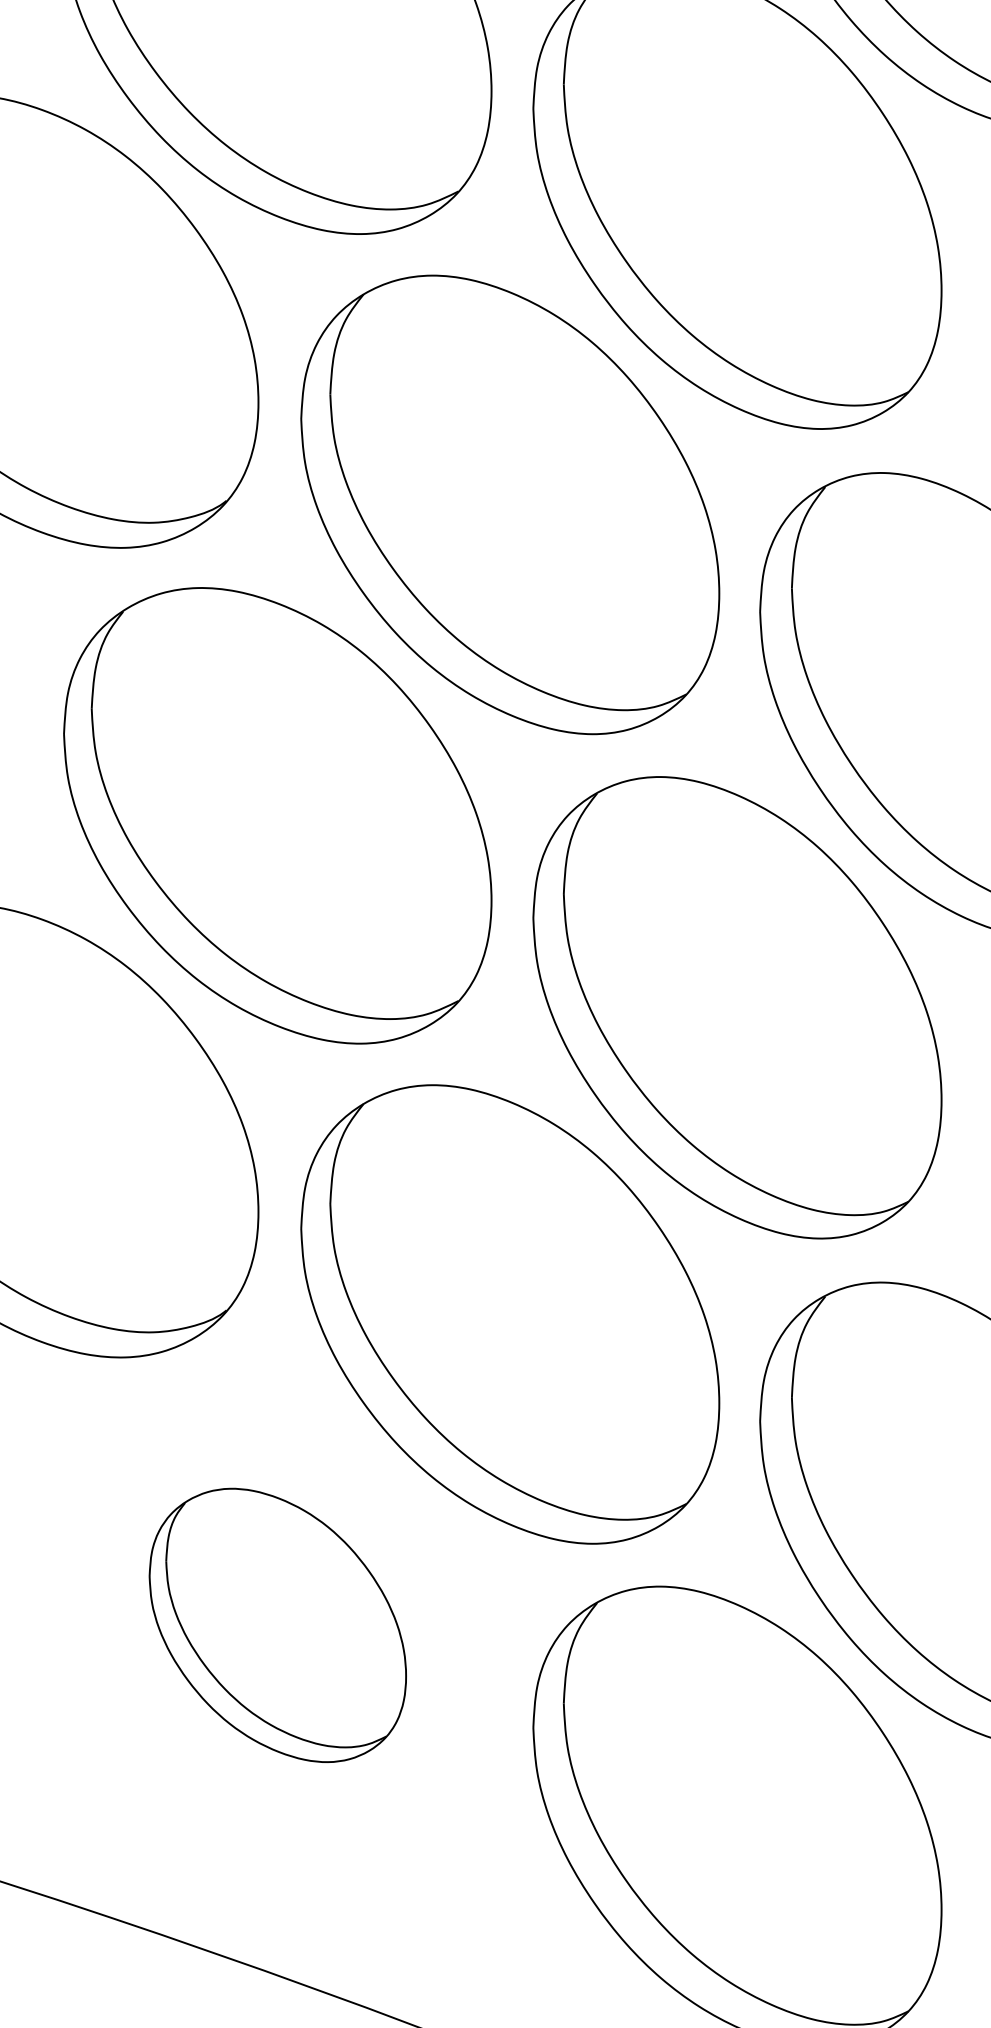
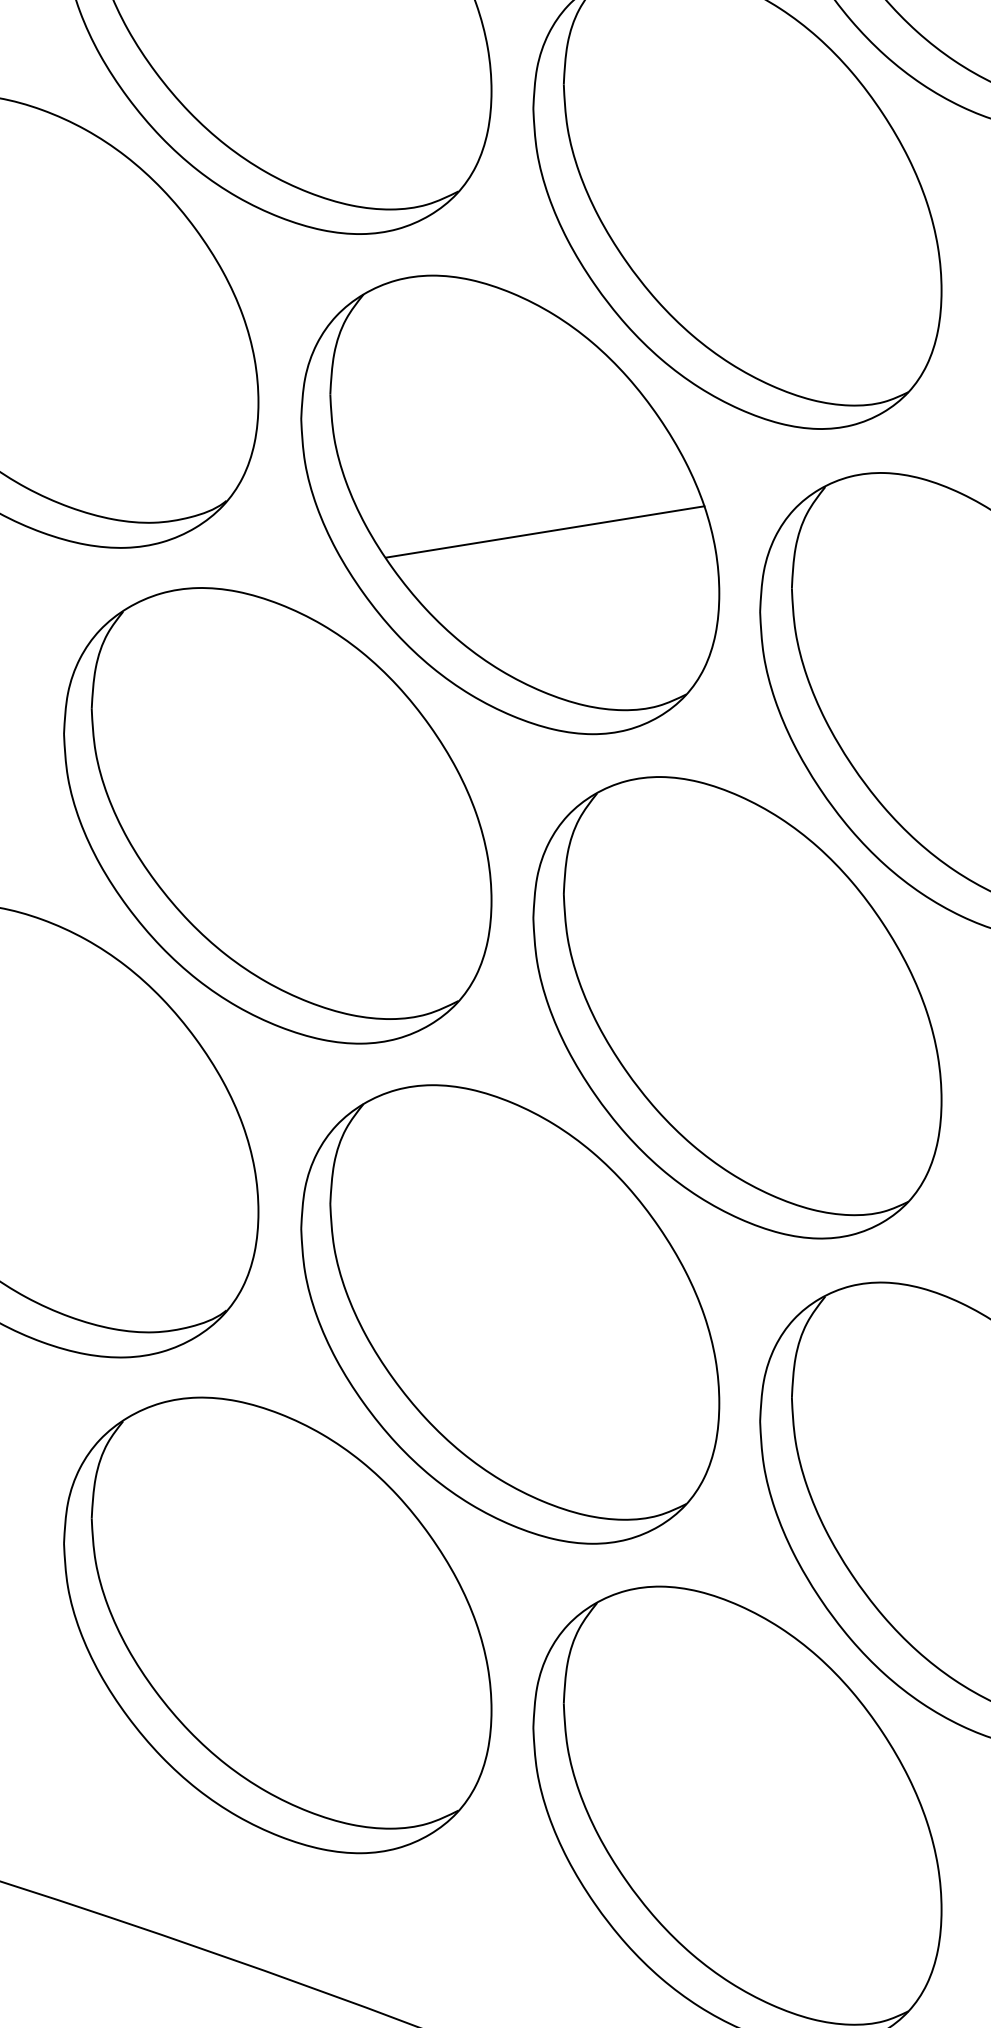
line at (545, 531): none -> present
part at (277, 1624) size: 259x276 px -> 430x459 px
